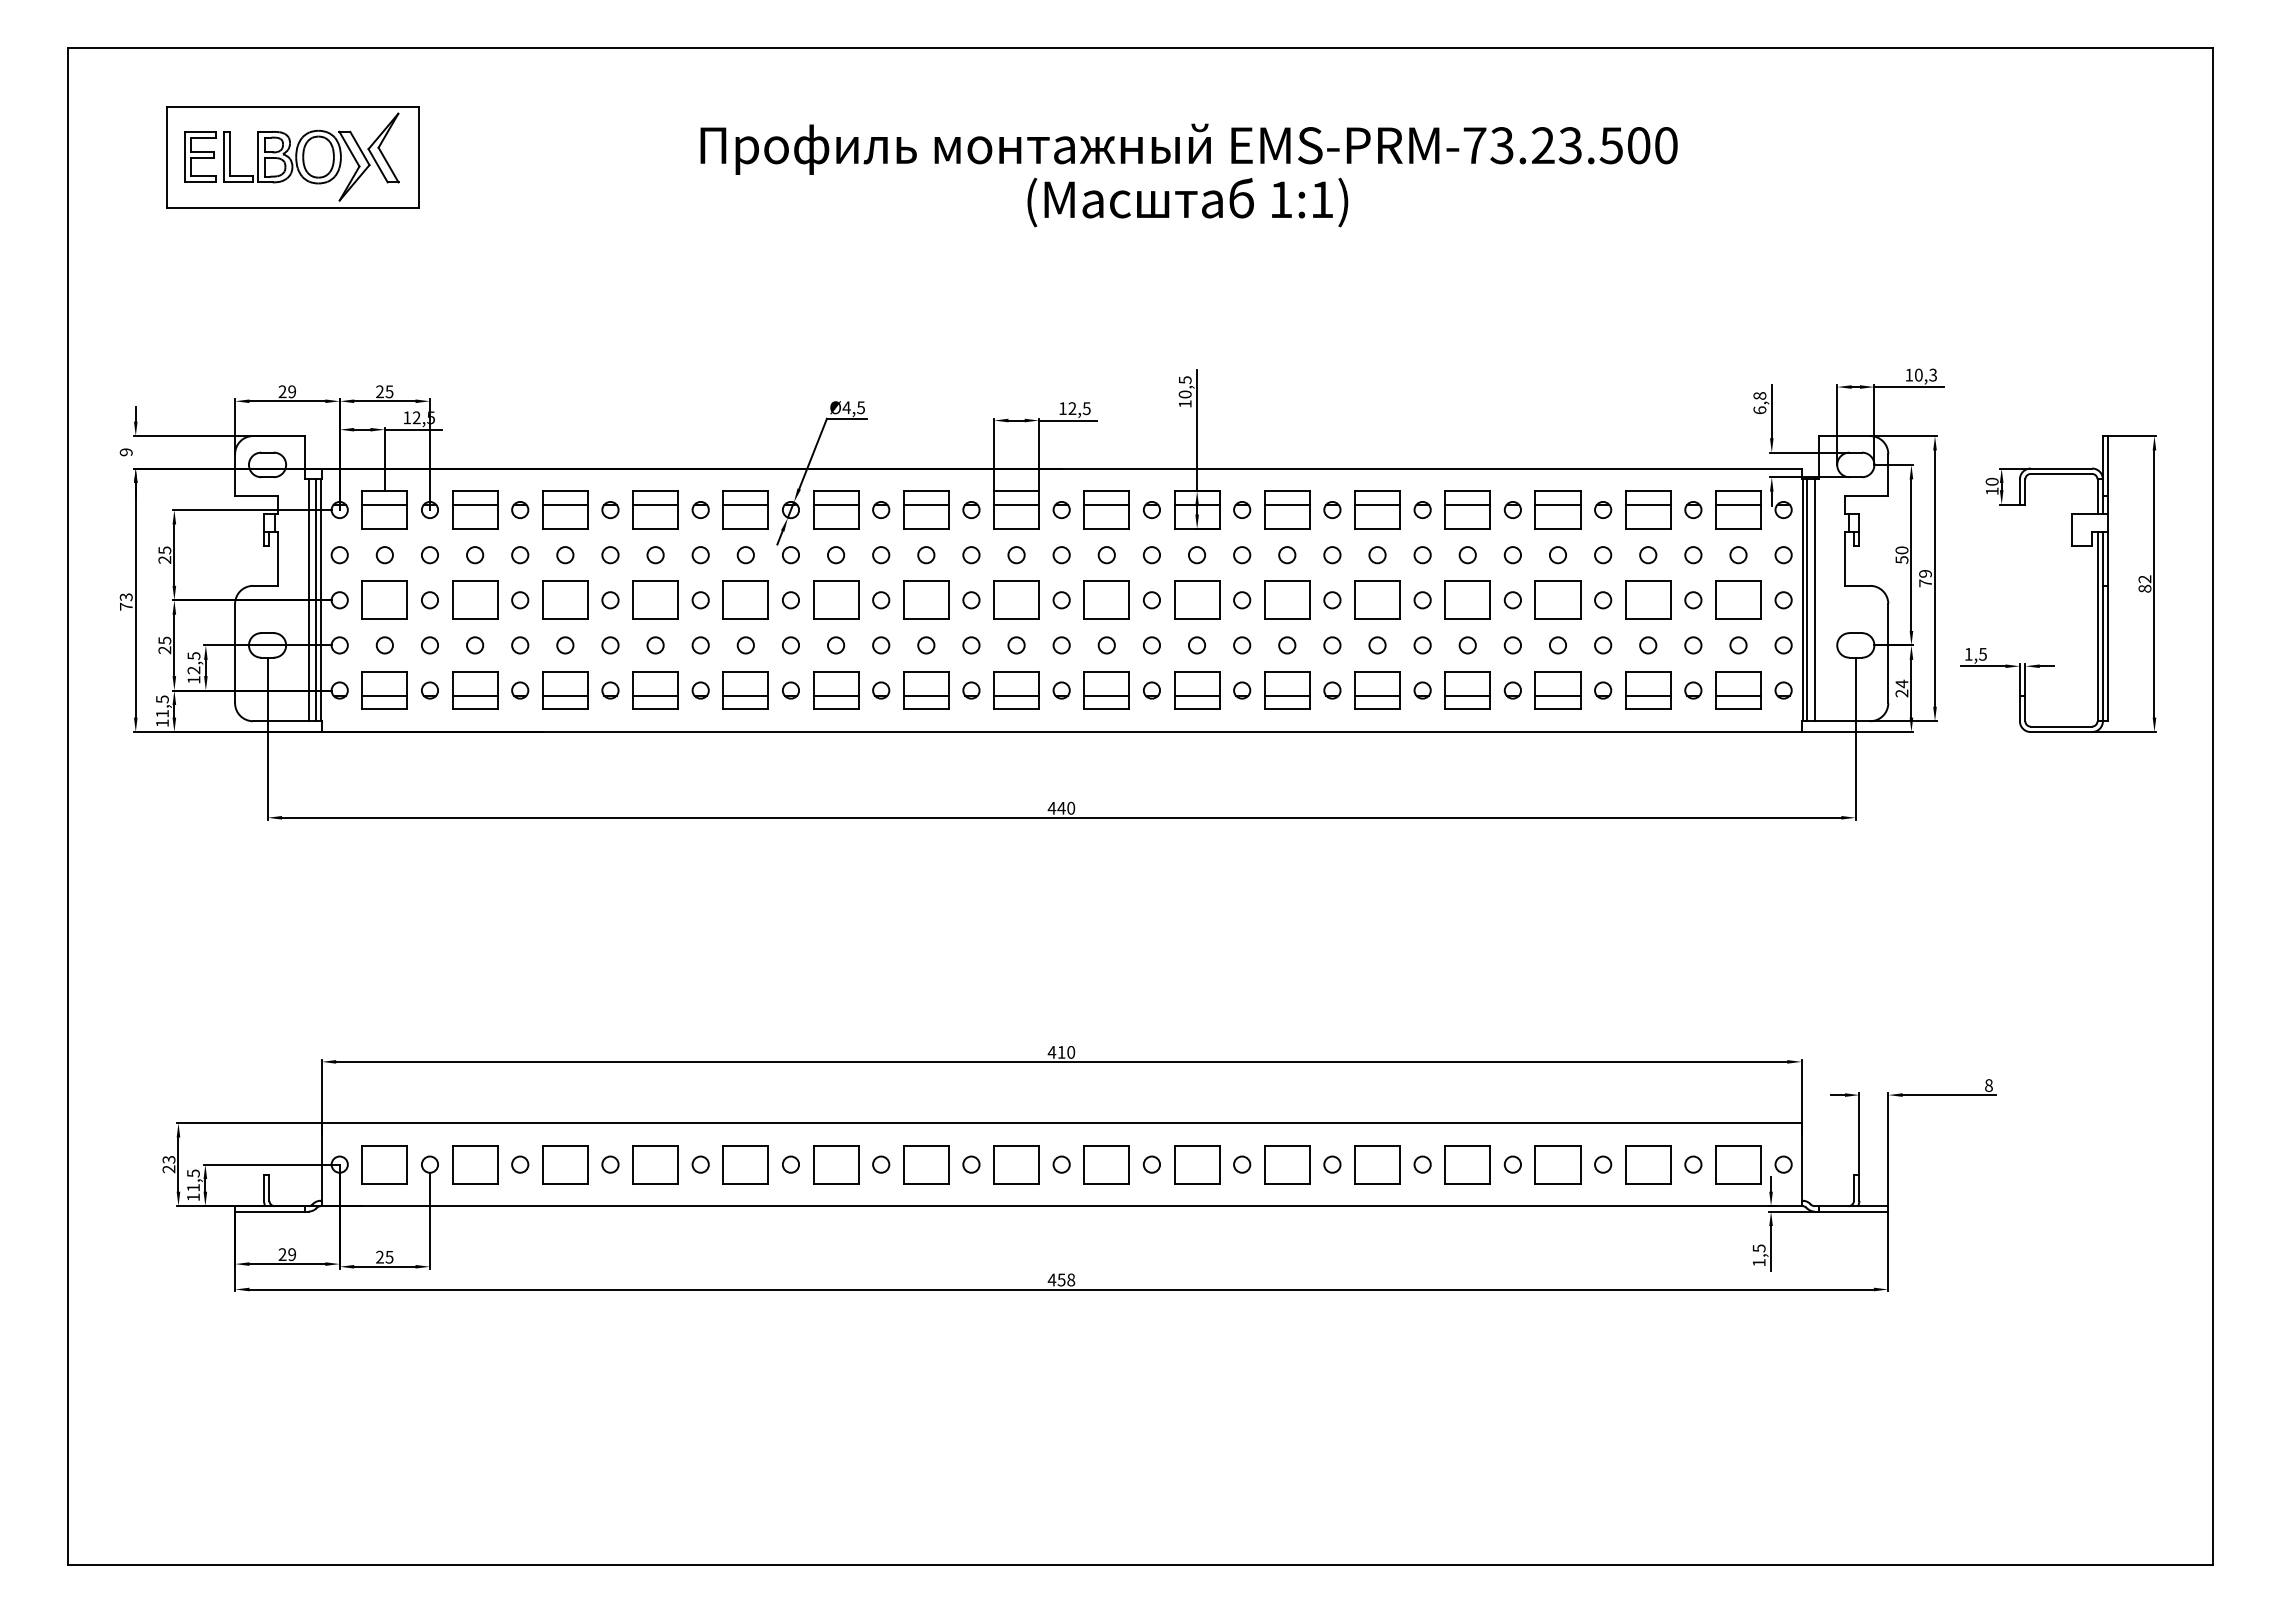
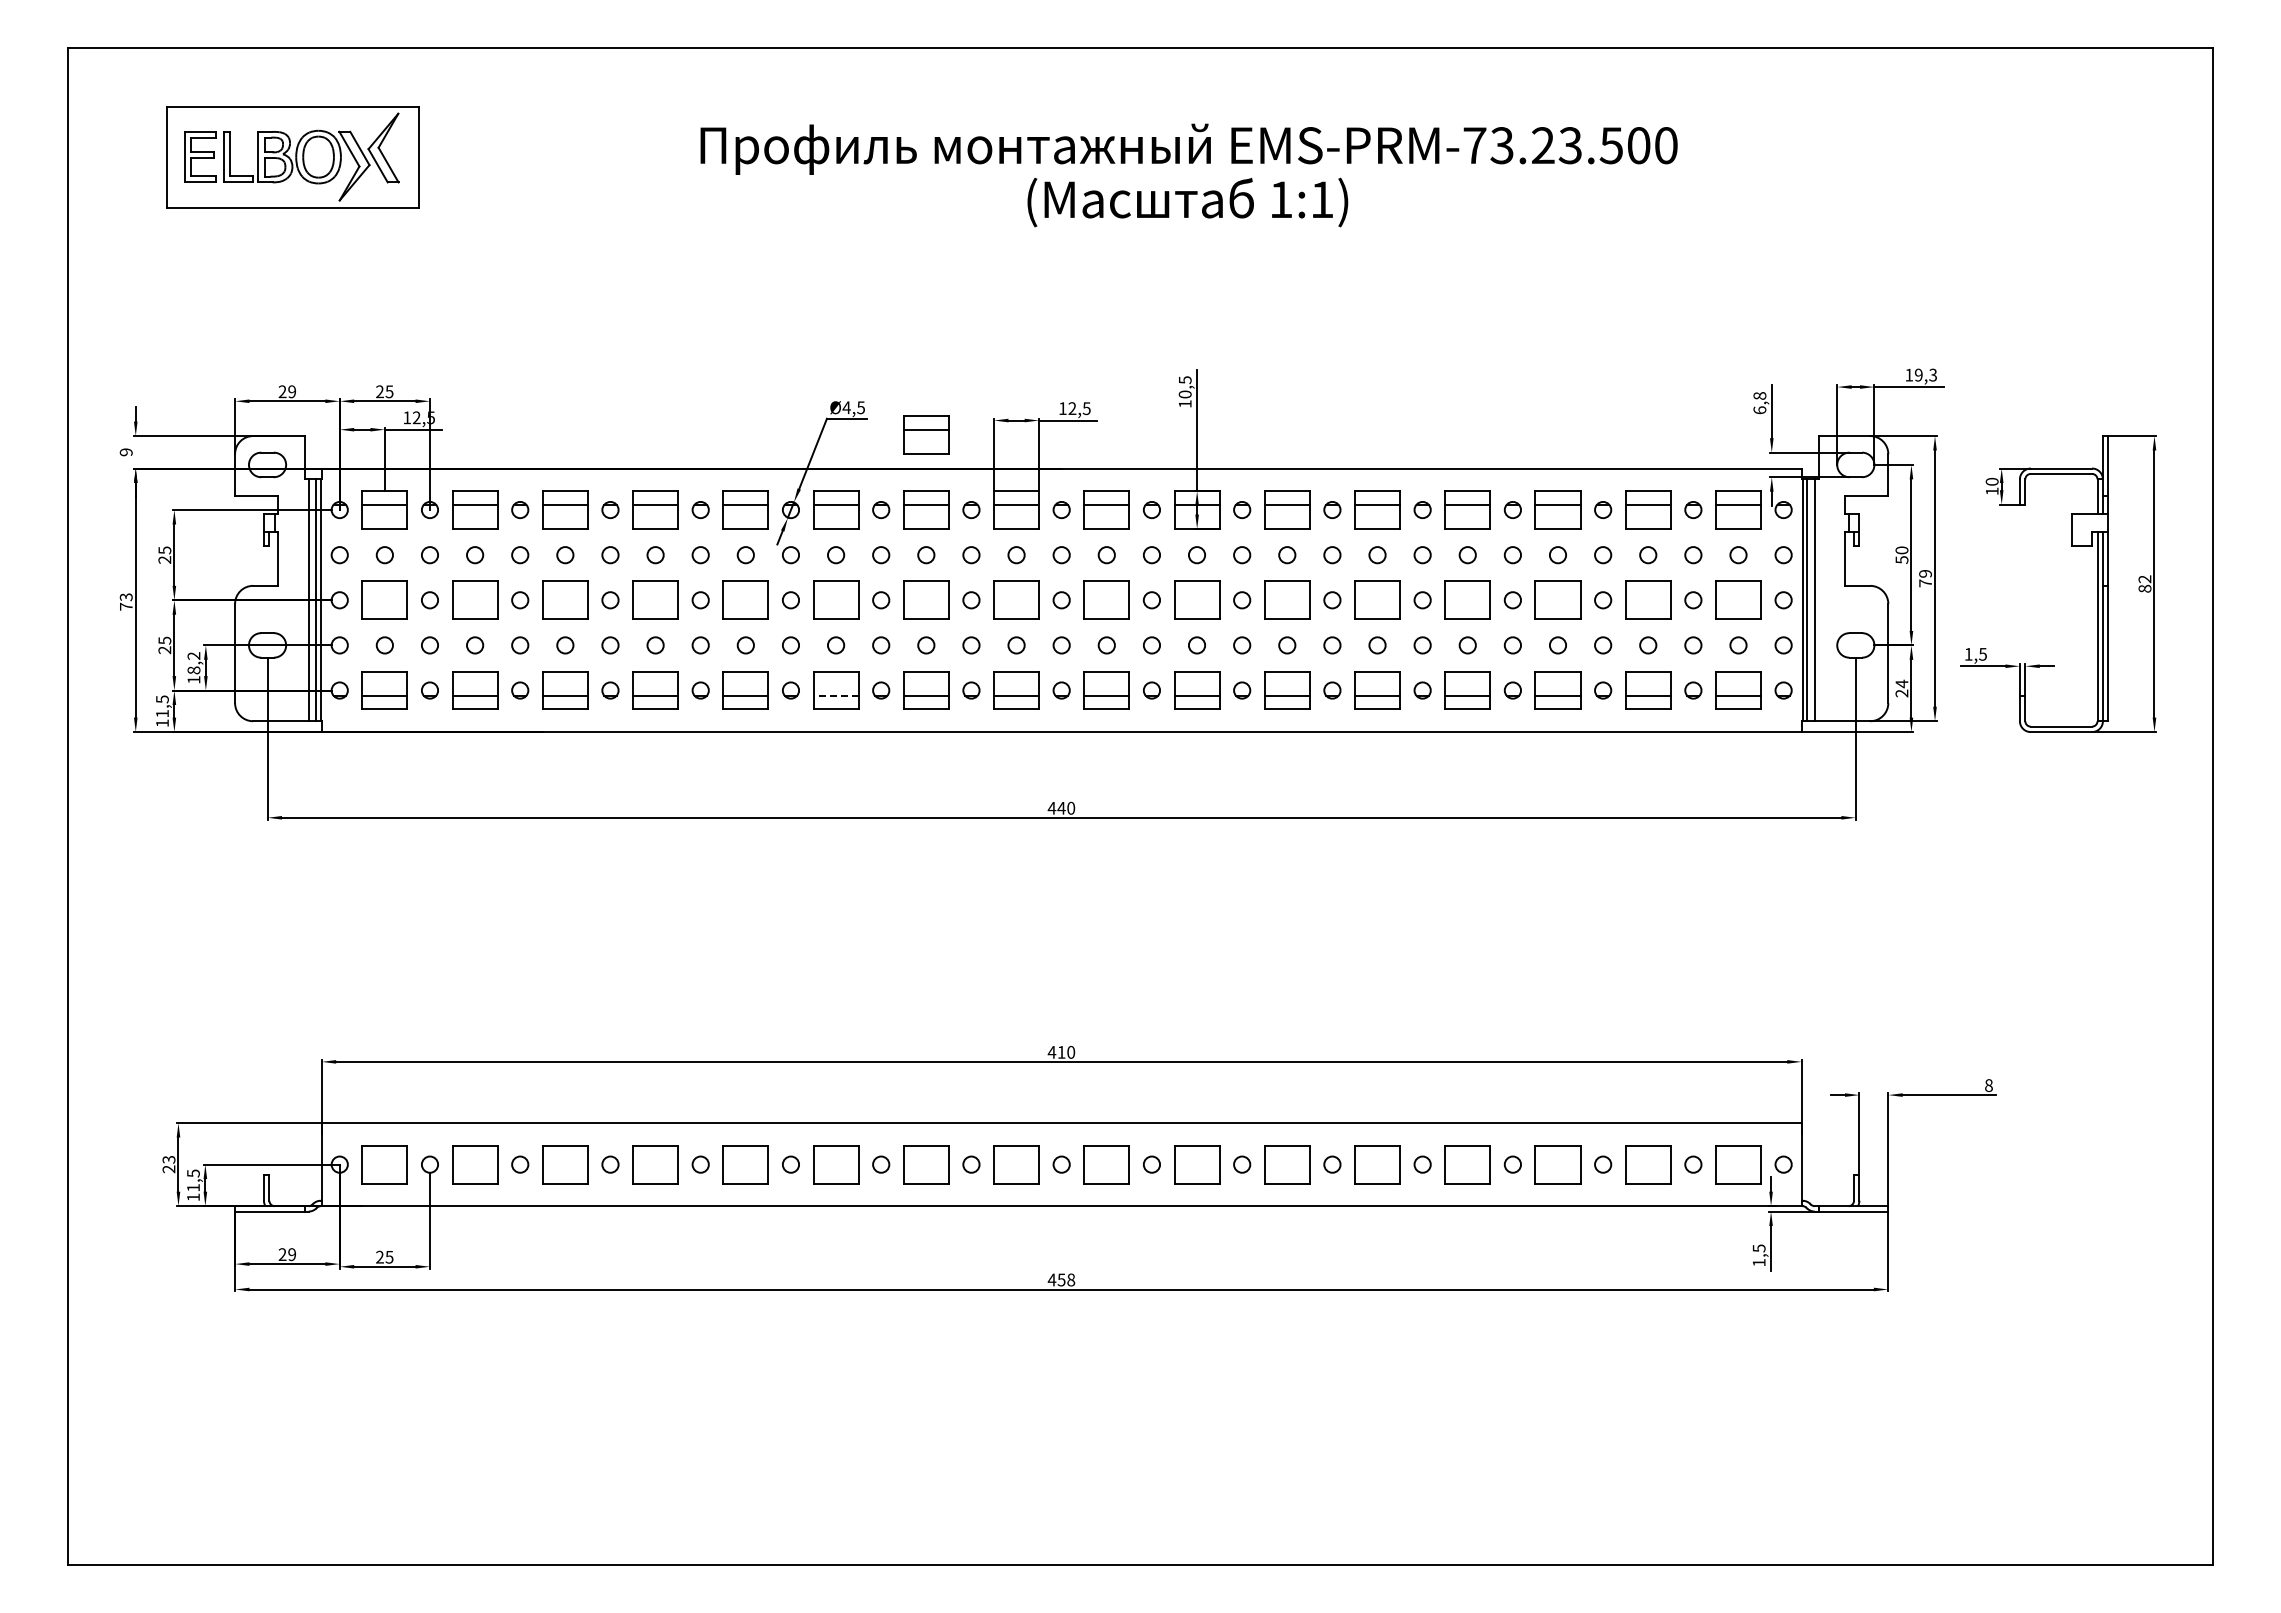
text at (1918, 374): 10,3 -> 19,3
part at (926, 434): none -> present
text at (193, 663): 12,5 -> 18,2
line at (836, 695): solid -> dashed
